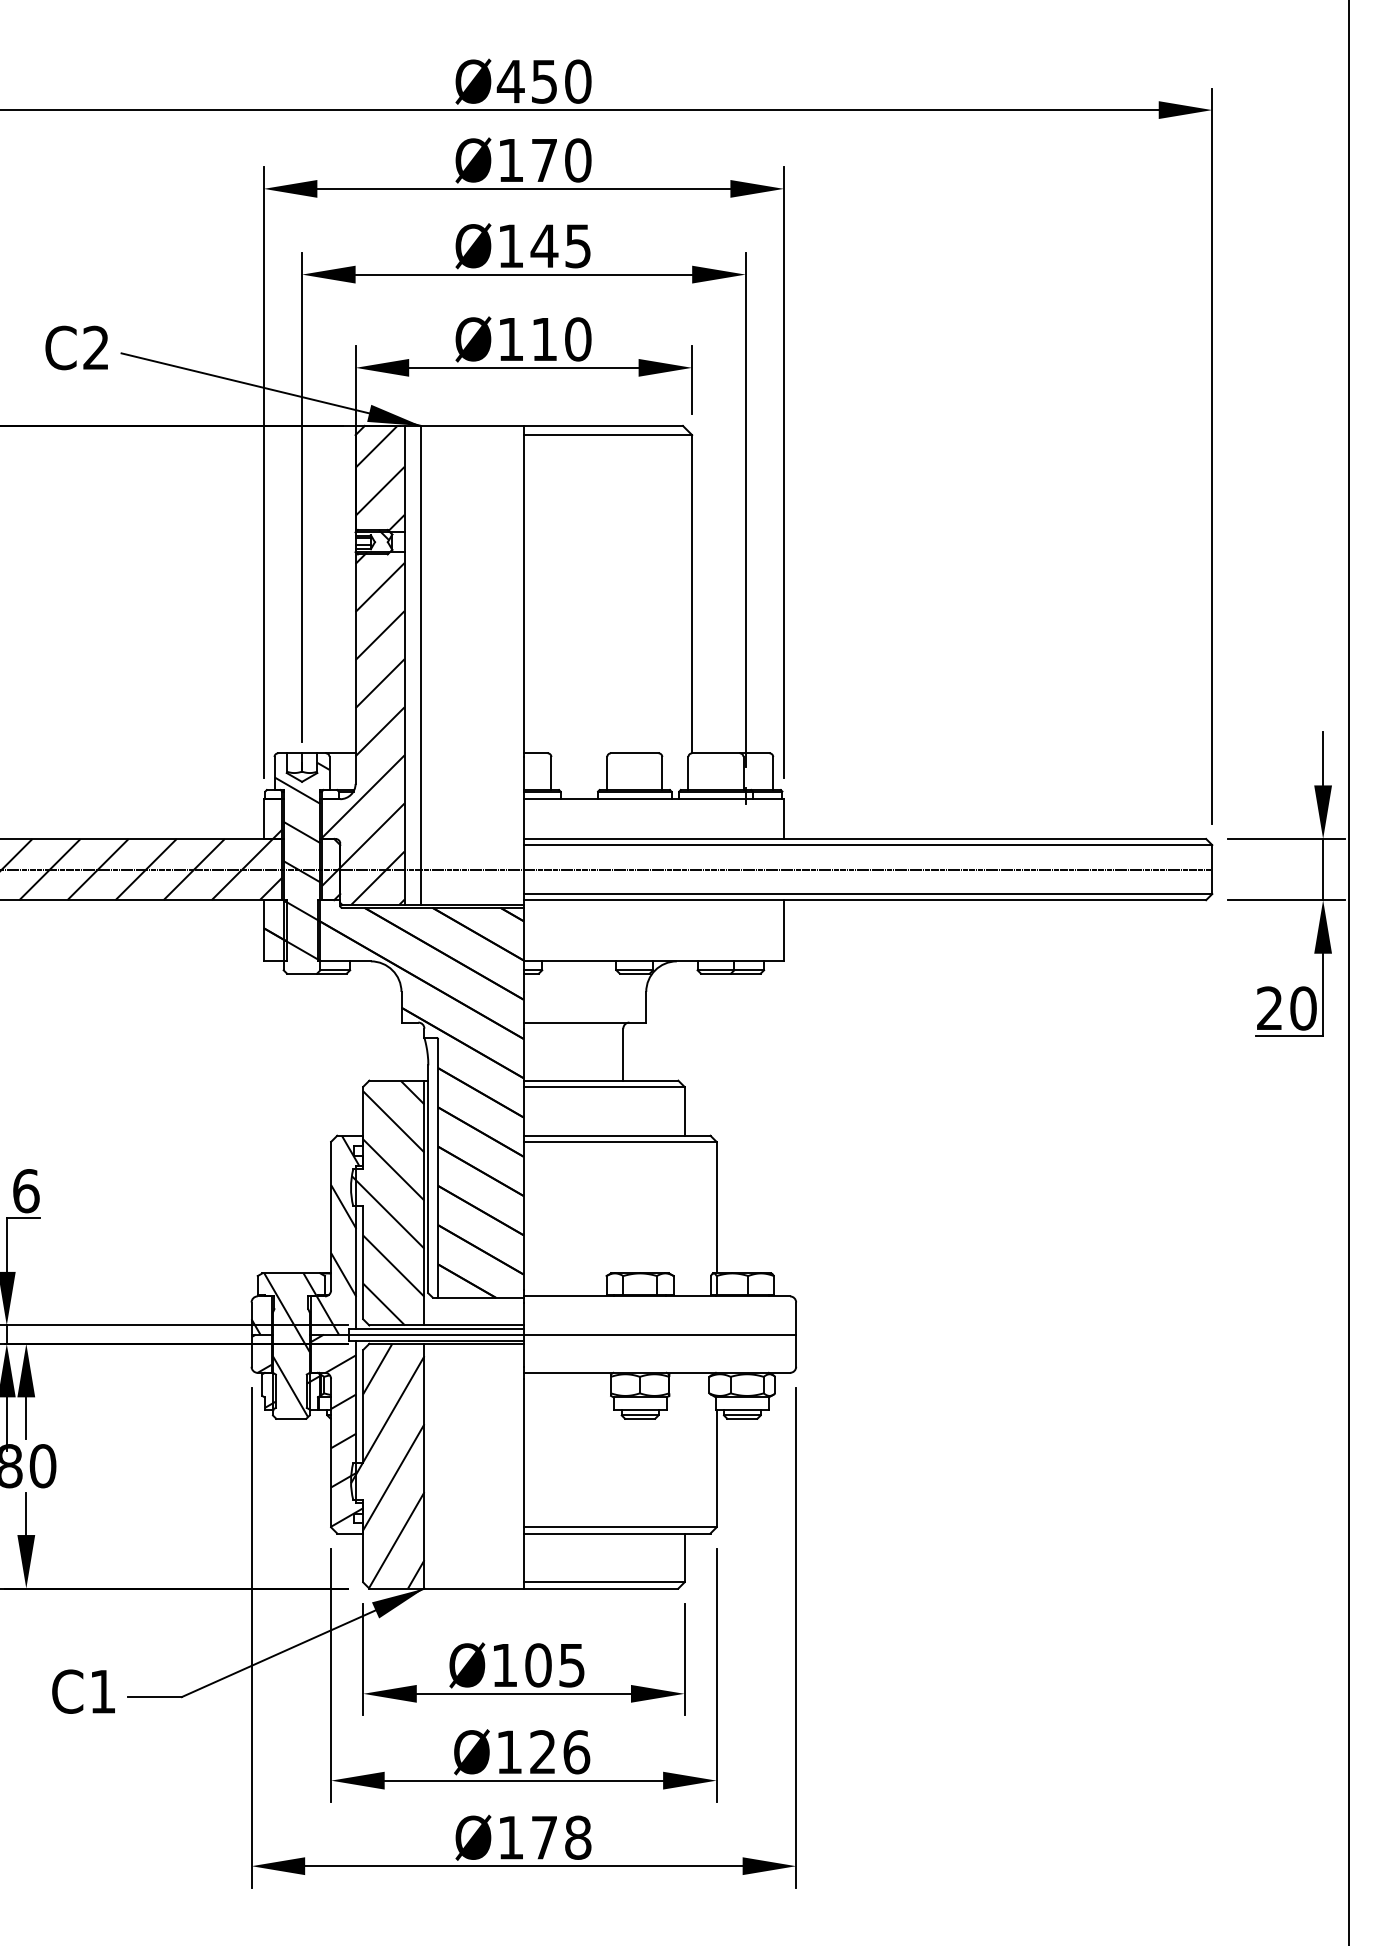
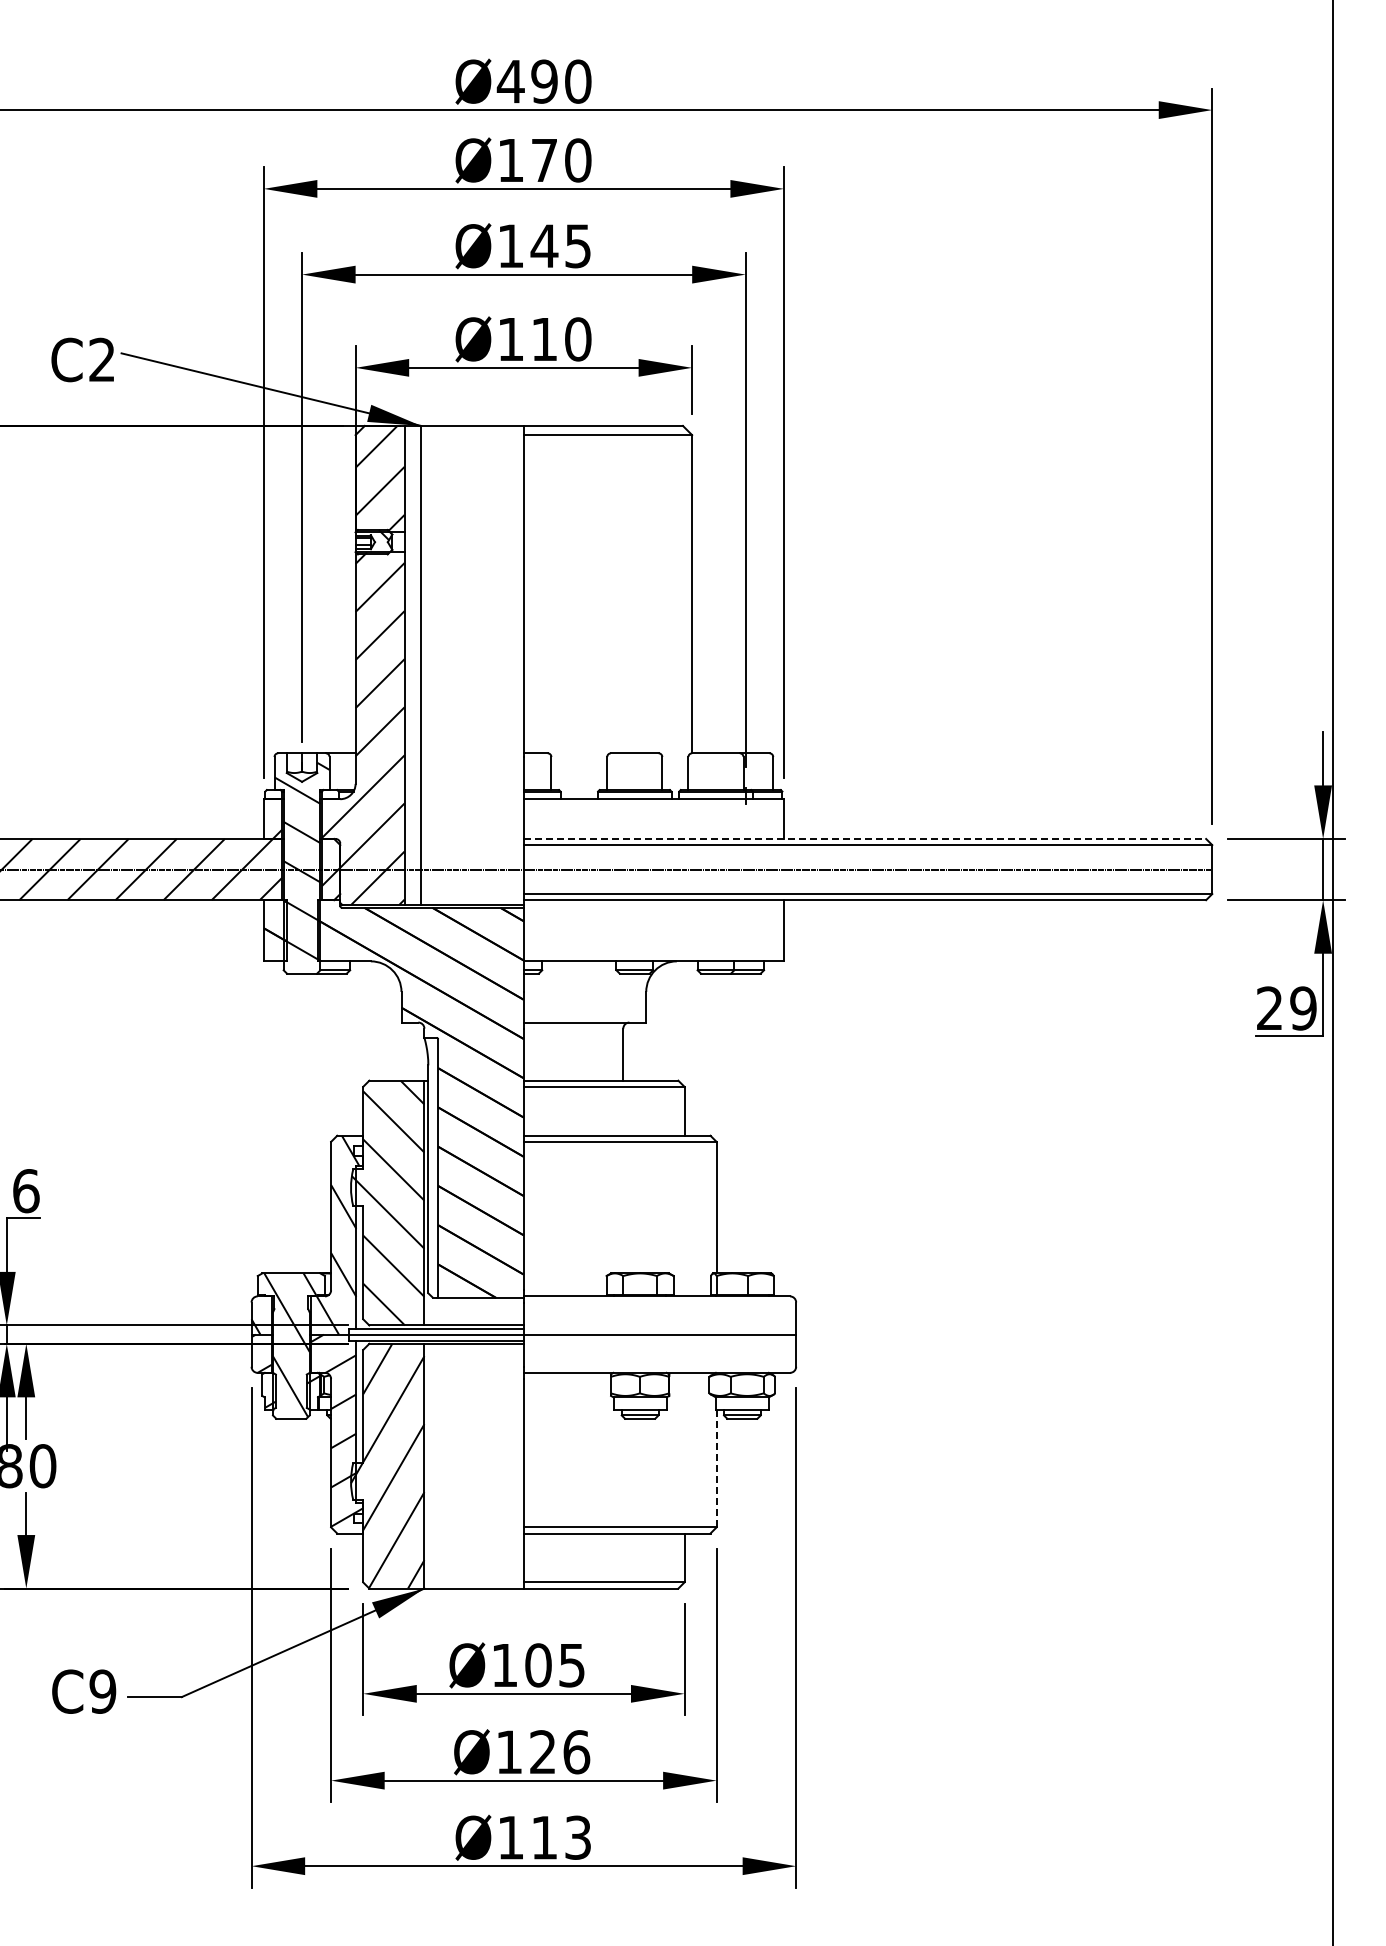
text at (544, 81): Ø450 -> Ø490
text at (76, 347) position: (76, 347) -> (82, 359)
line at (865, 838): solid -> dashed
line at (1349, 972) position: (1349, 972) -> (1333, 972)
text at (1303, 1008): 20 -> 29
line at (716, 1468): solid -> dashed
text at (102, 1691): C1 -> C9
text at (561, 1837): Ø178 -> Ø113
